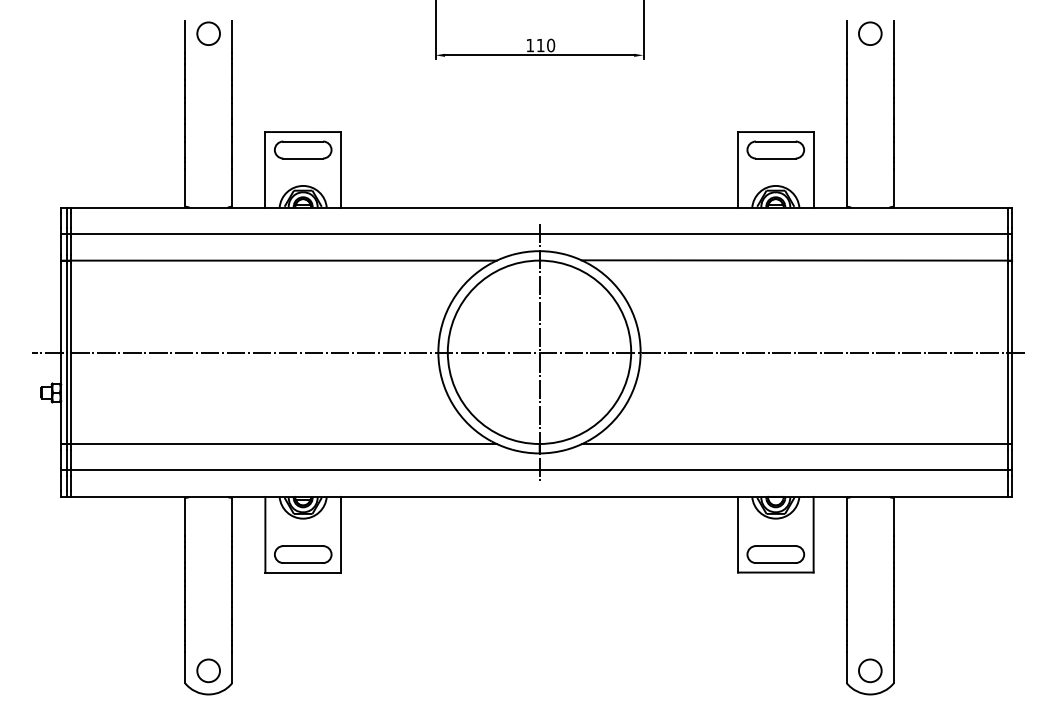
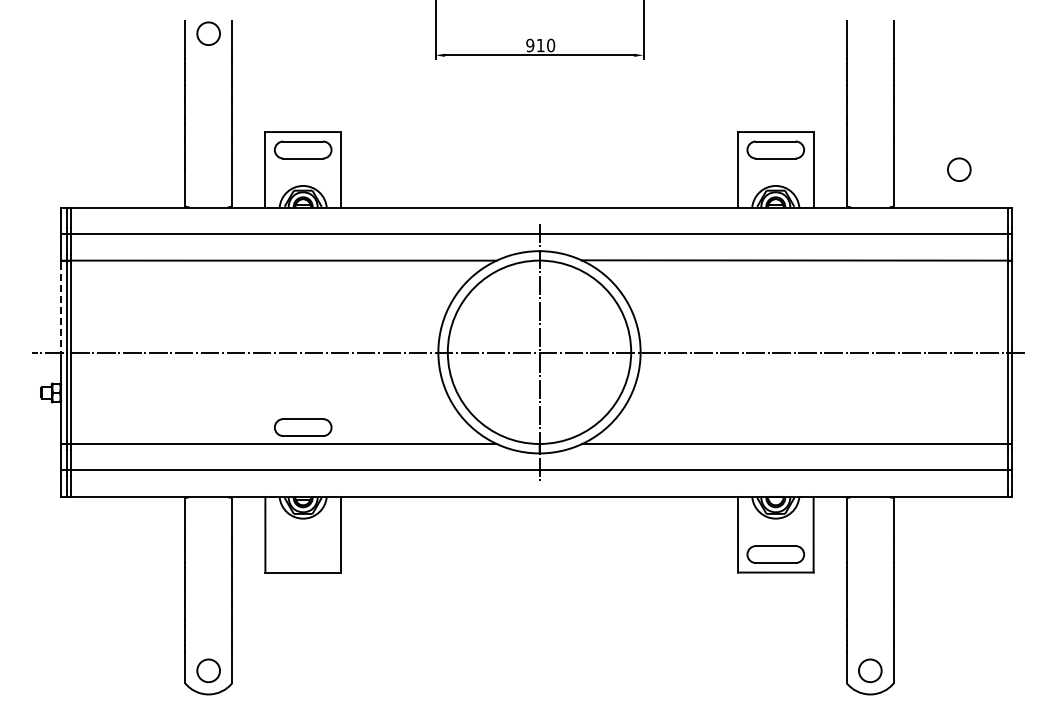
circle at (870, 33) position: (870, 33) -> (959, 169)
text at (530, 45): 110 -> 910
line at (61, 308): solid -> dashed
part at (303, 554) position: (303, 554) -> (303, 427)
